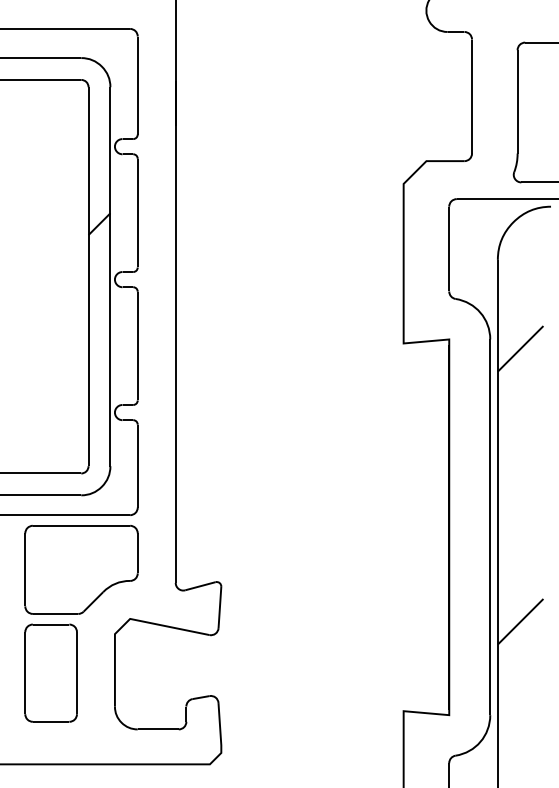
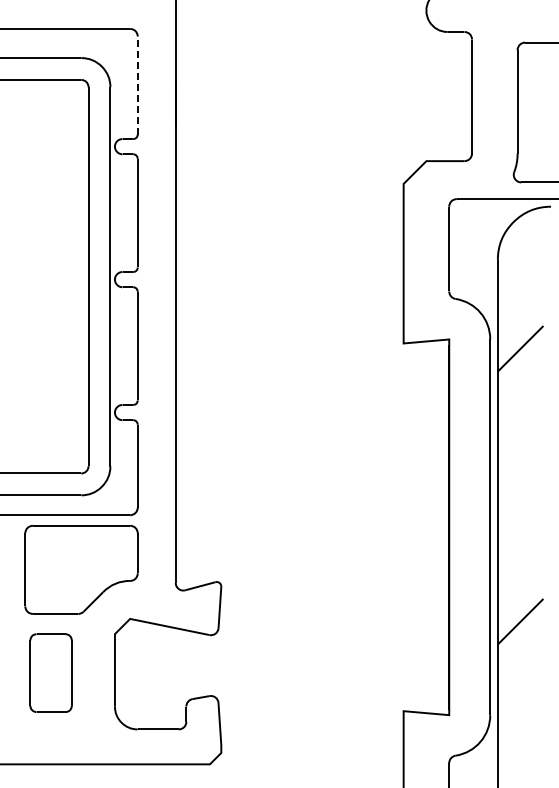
line at (137, 85): solid -> dashed
hatch at (99, 224): present -> none
part at (50, 672) size: 54x100 px -> 44x80 px
